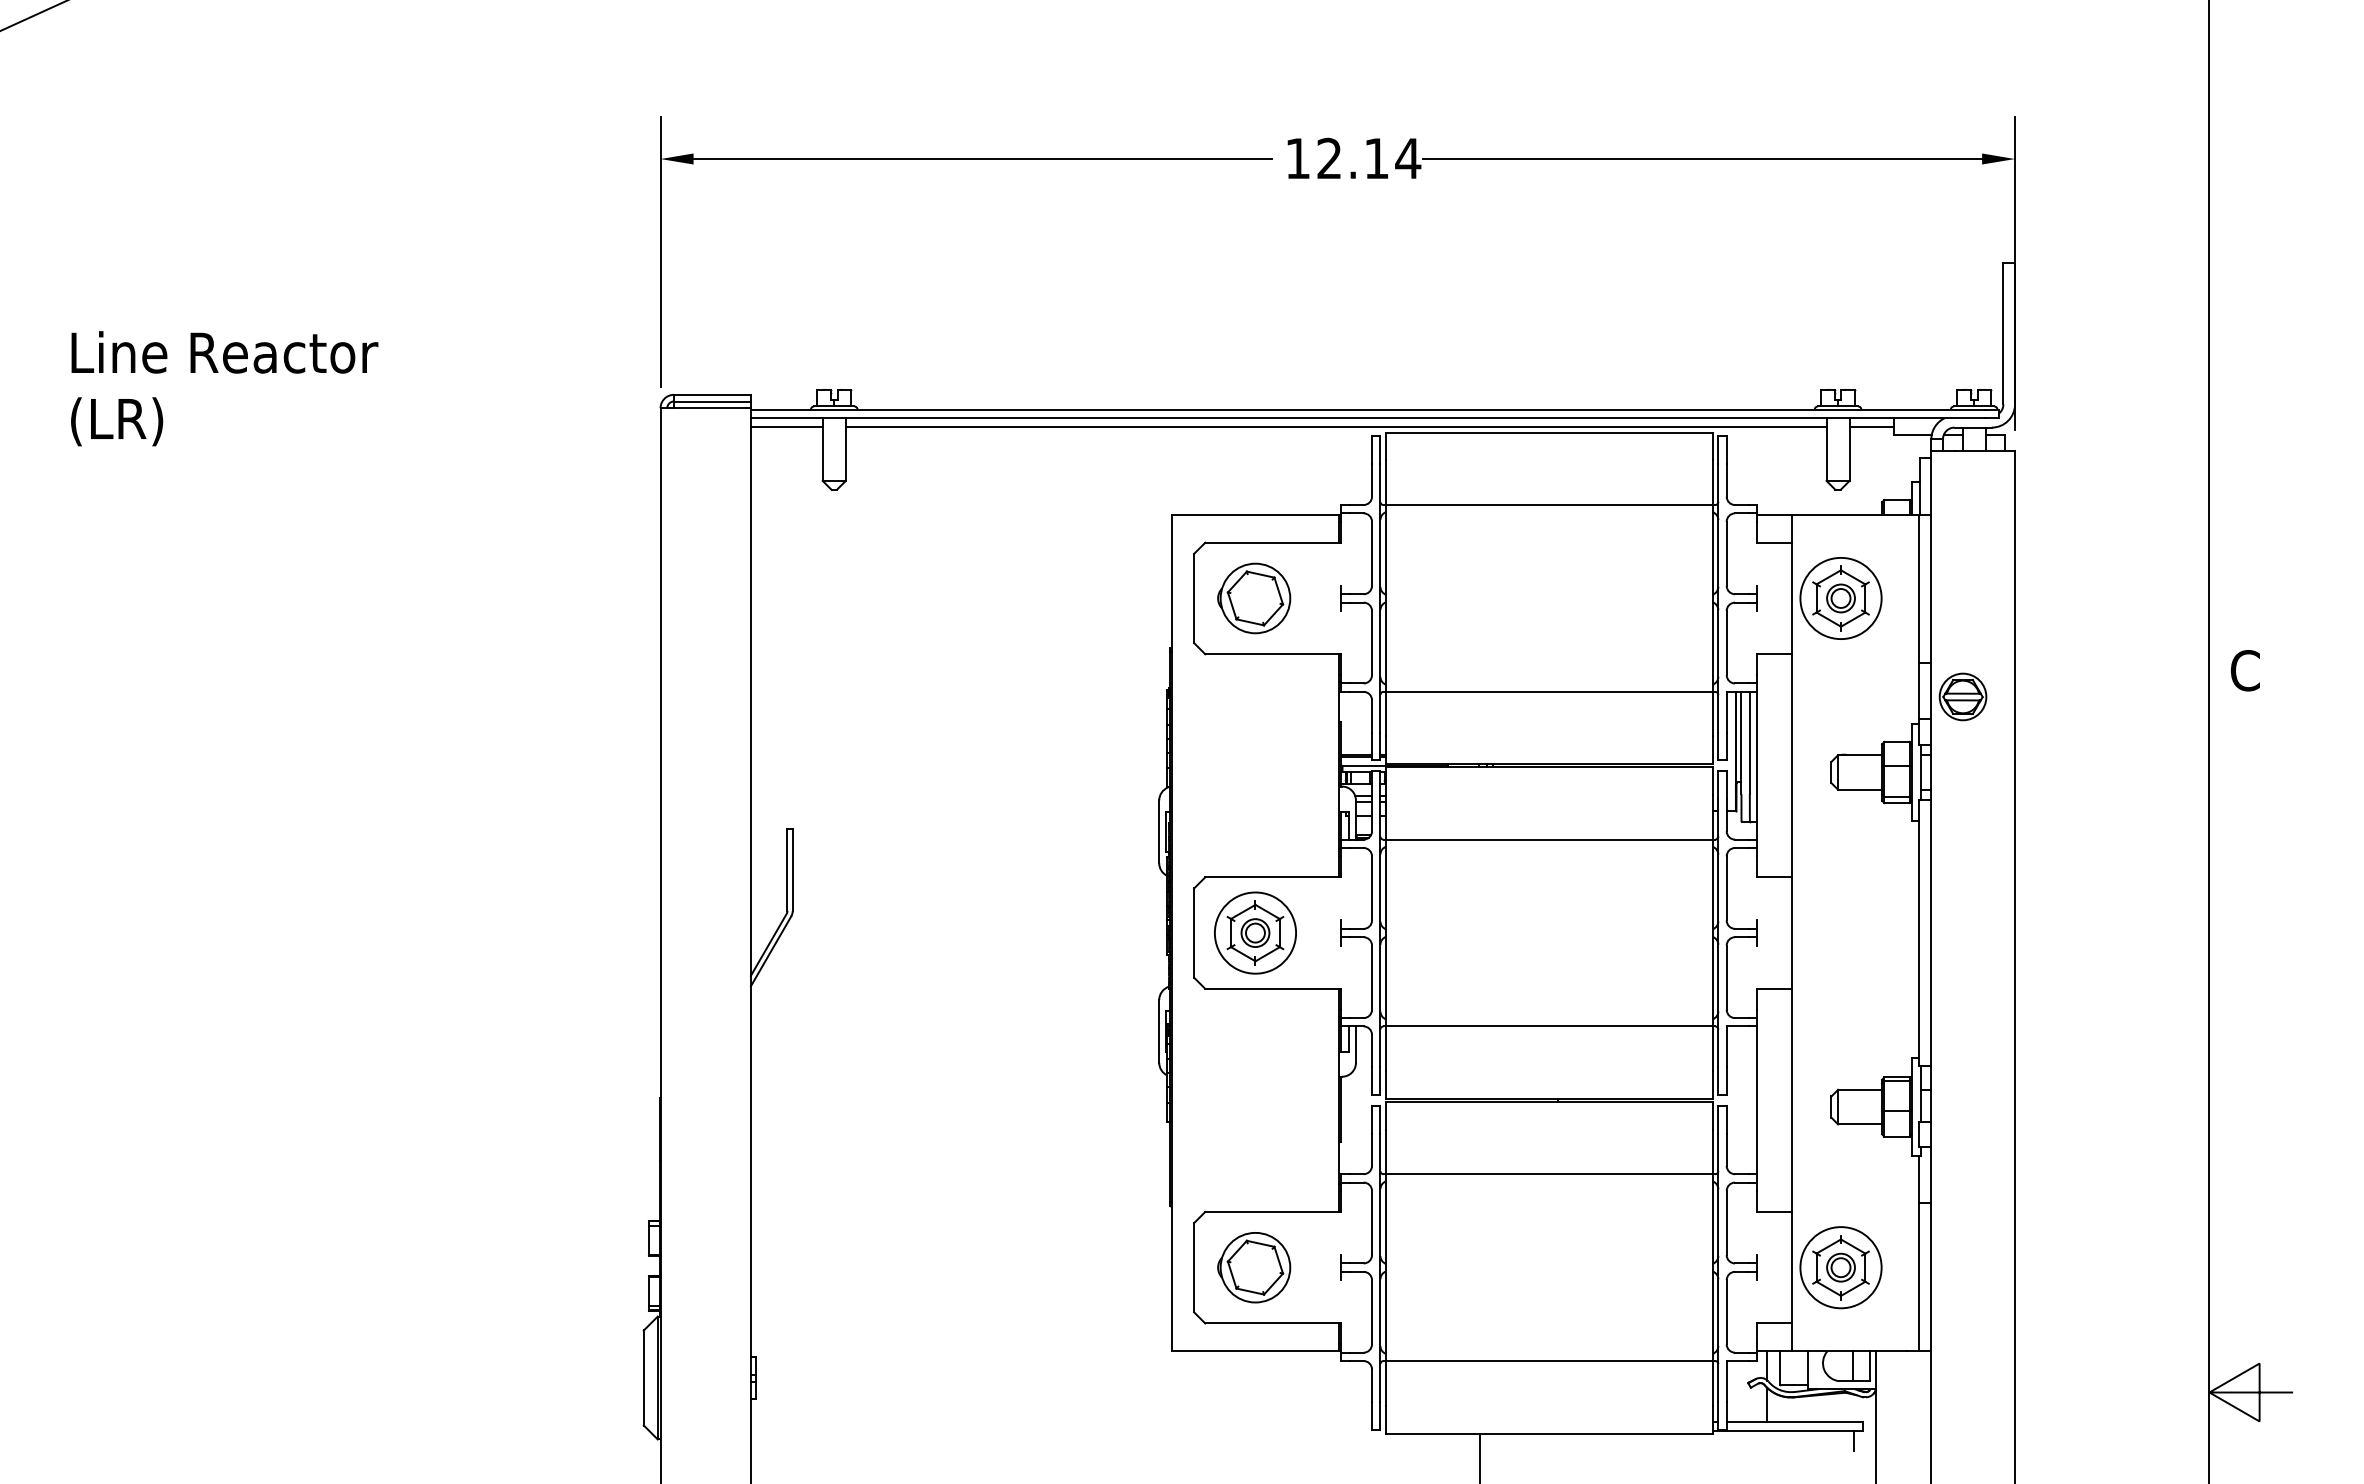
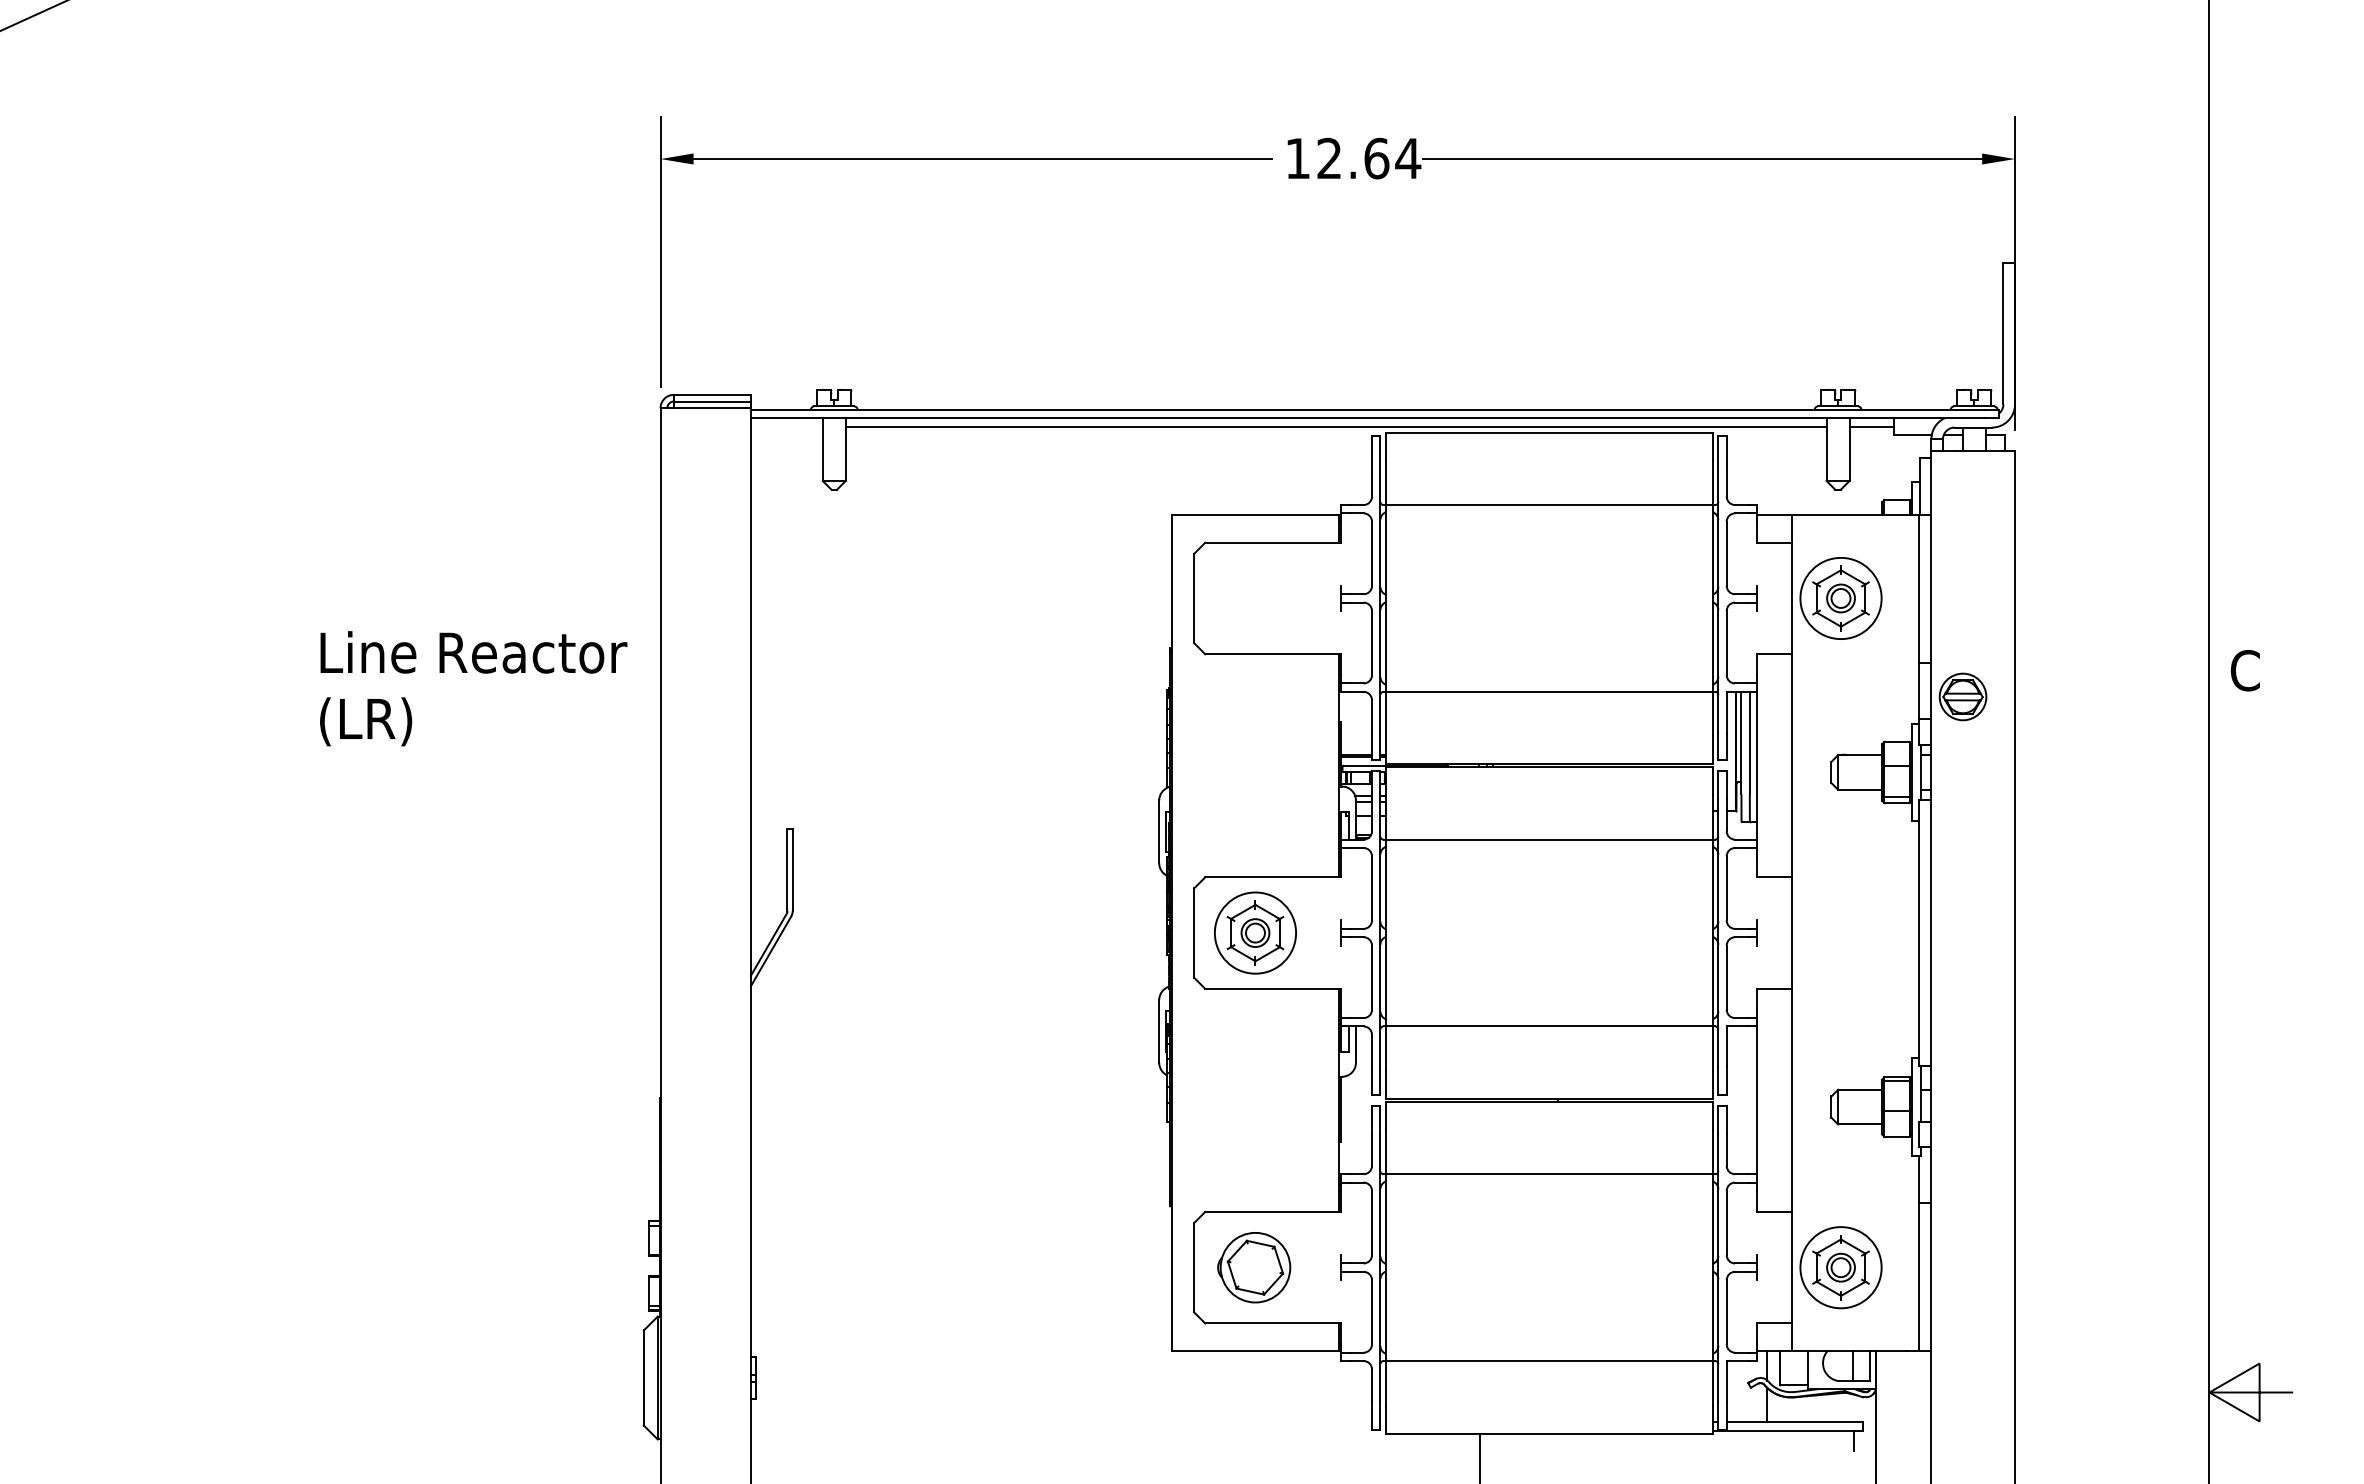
text at (1376, 158): 12.14 -> 12.64
text at (224, 388) position: (224, 388) -> (473, 688)
line at (786, 426): present -> none
part at (1254, 598): present -> none
